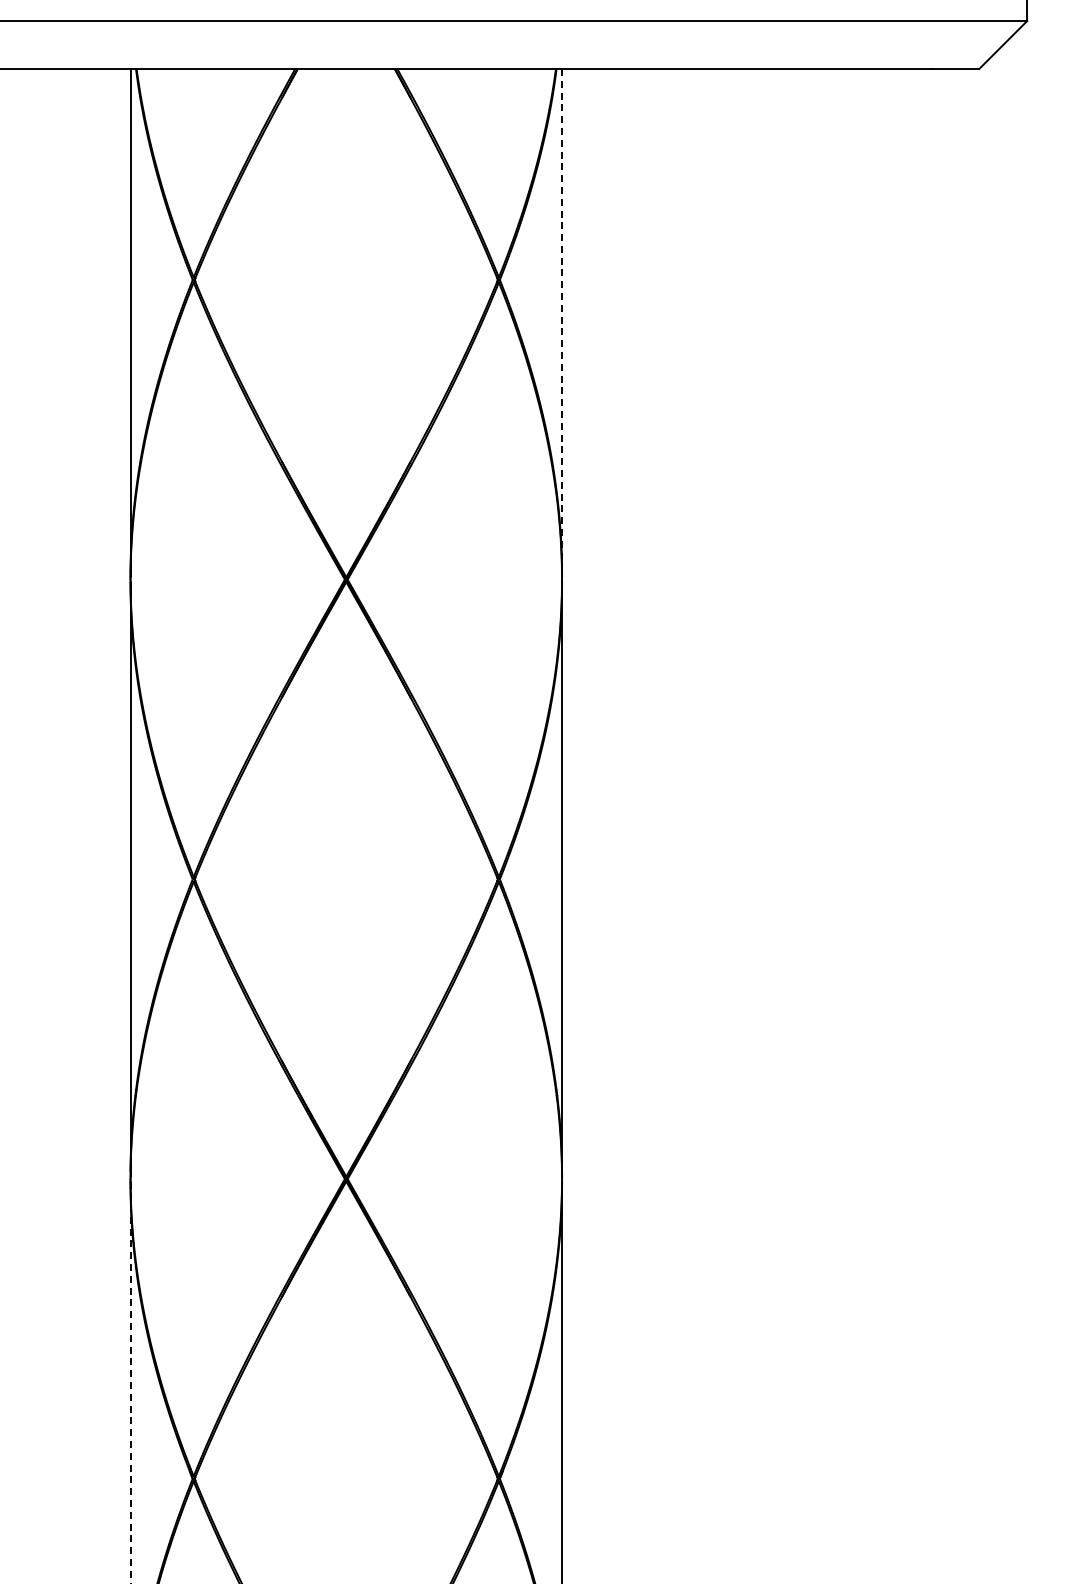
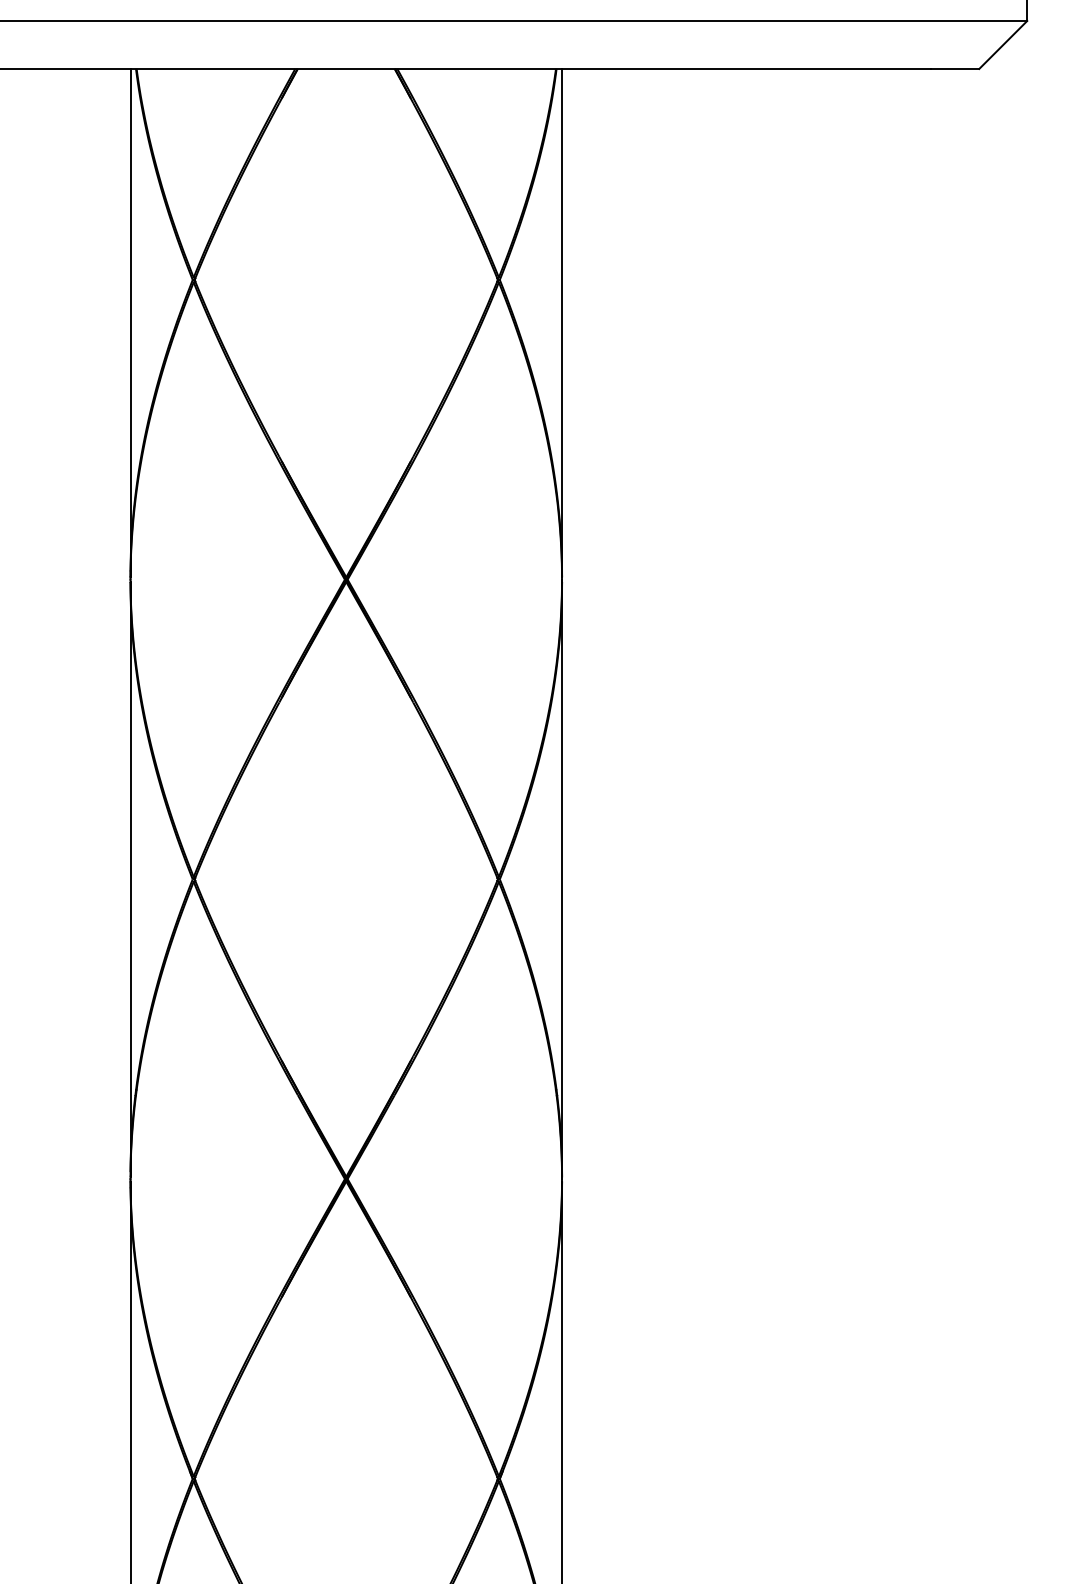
line at (562, 323): dashed -> solid
line at (130, 1382): dashed -> solid
